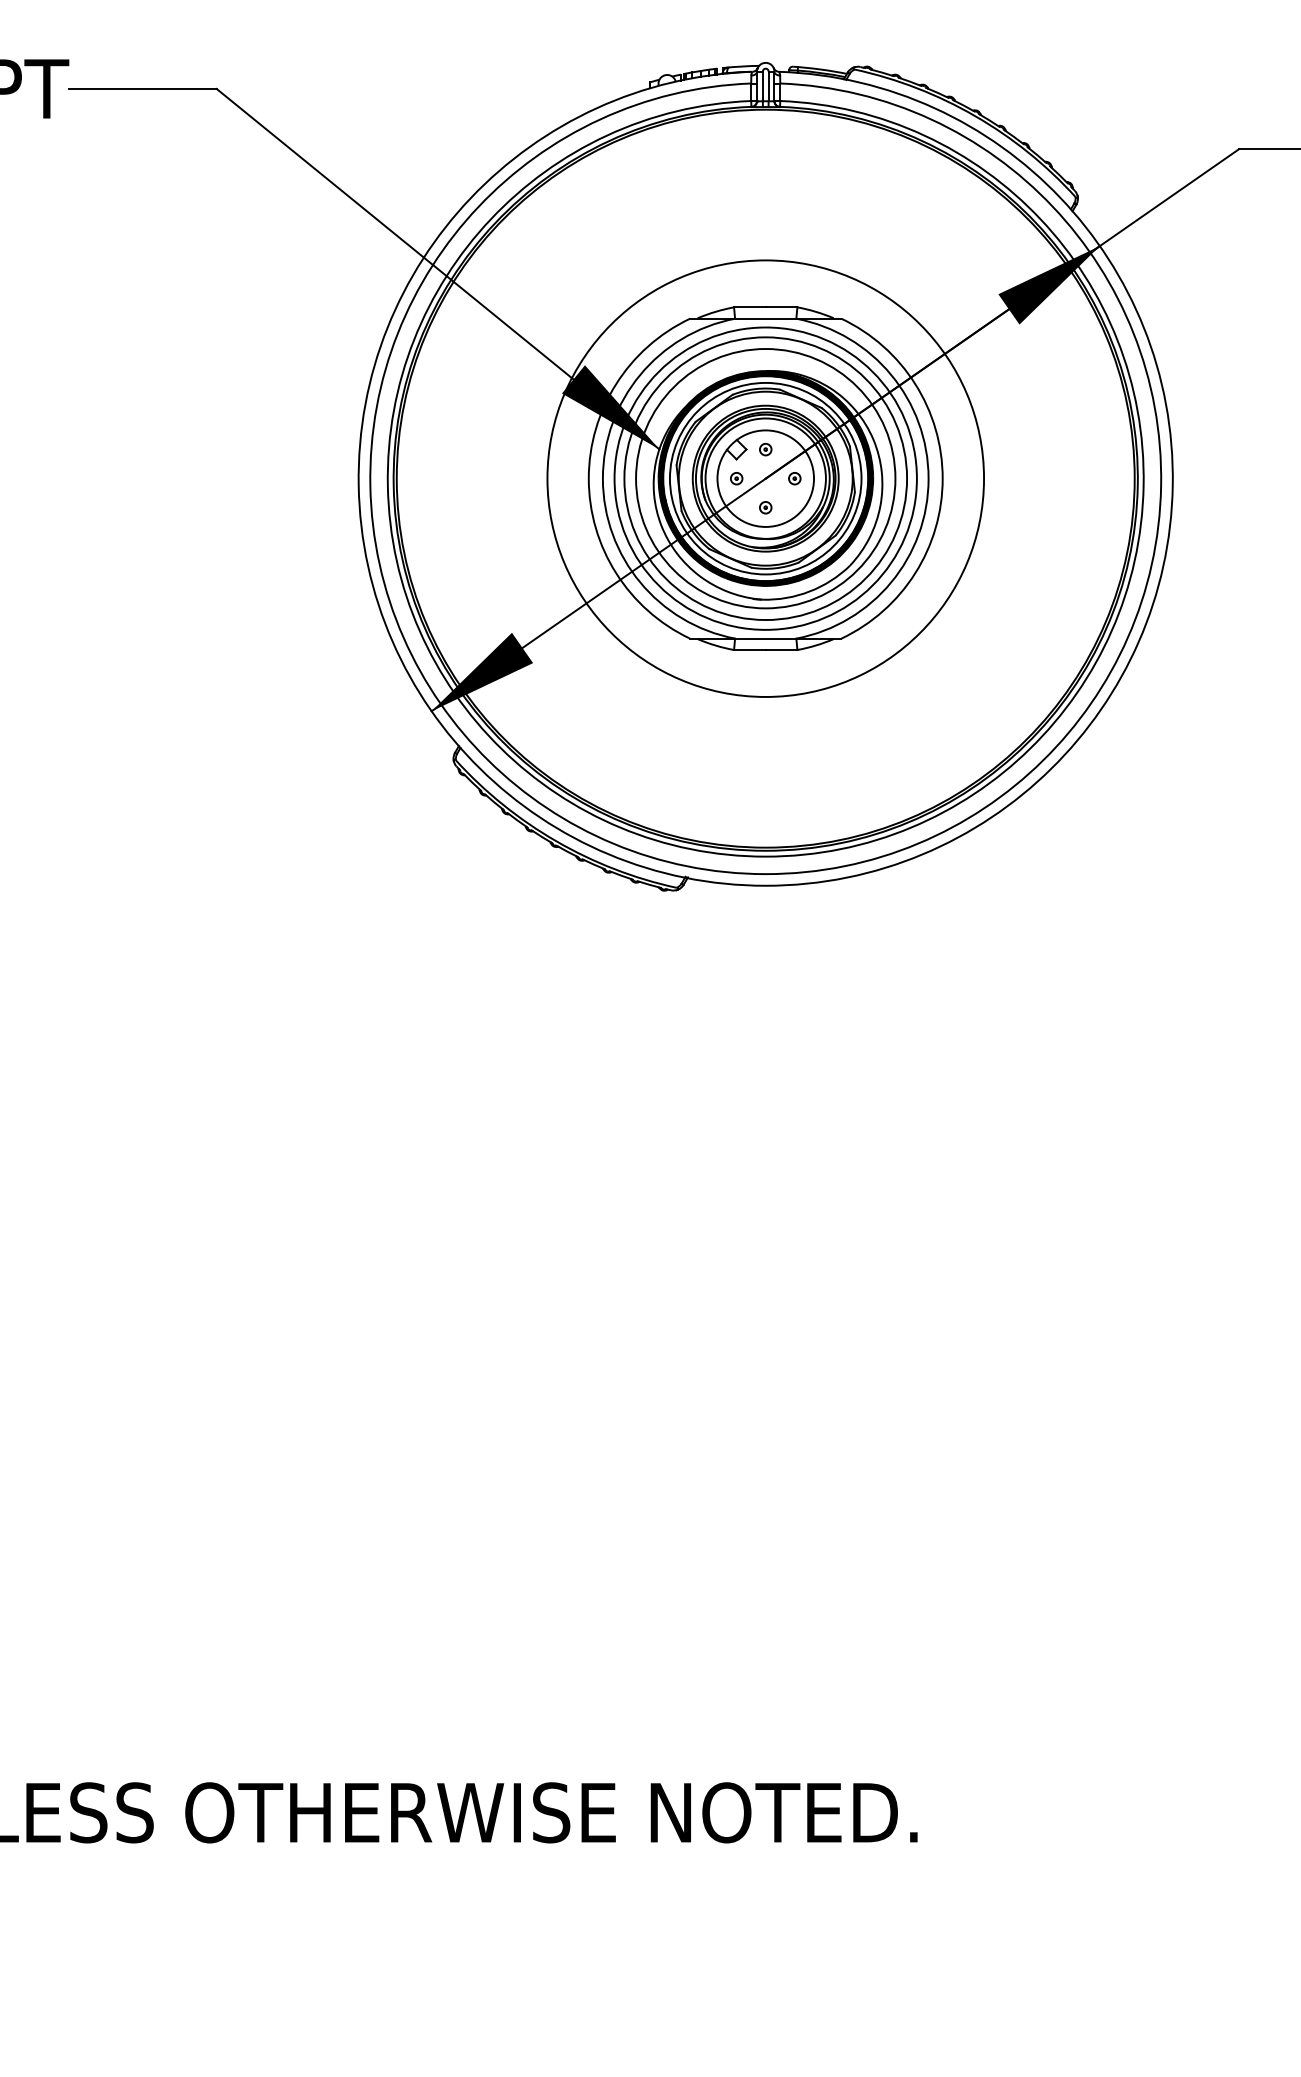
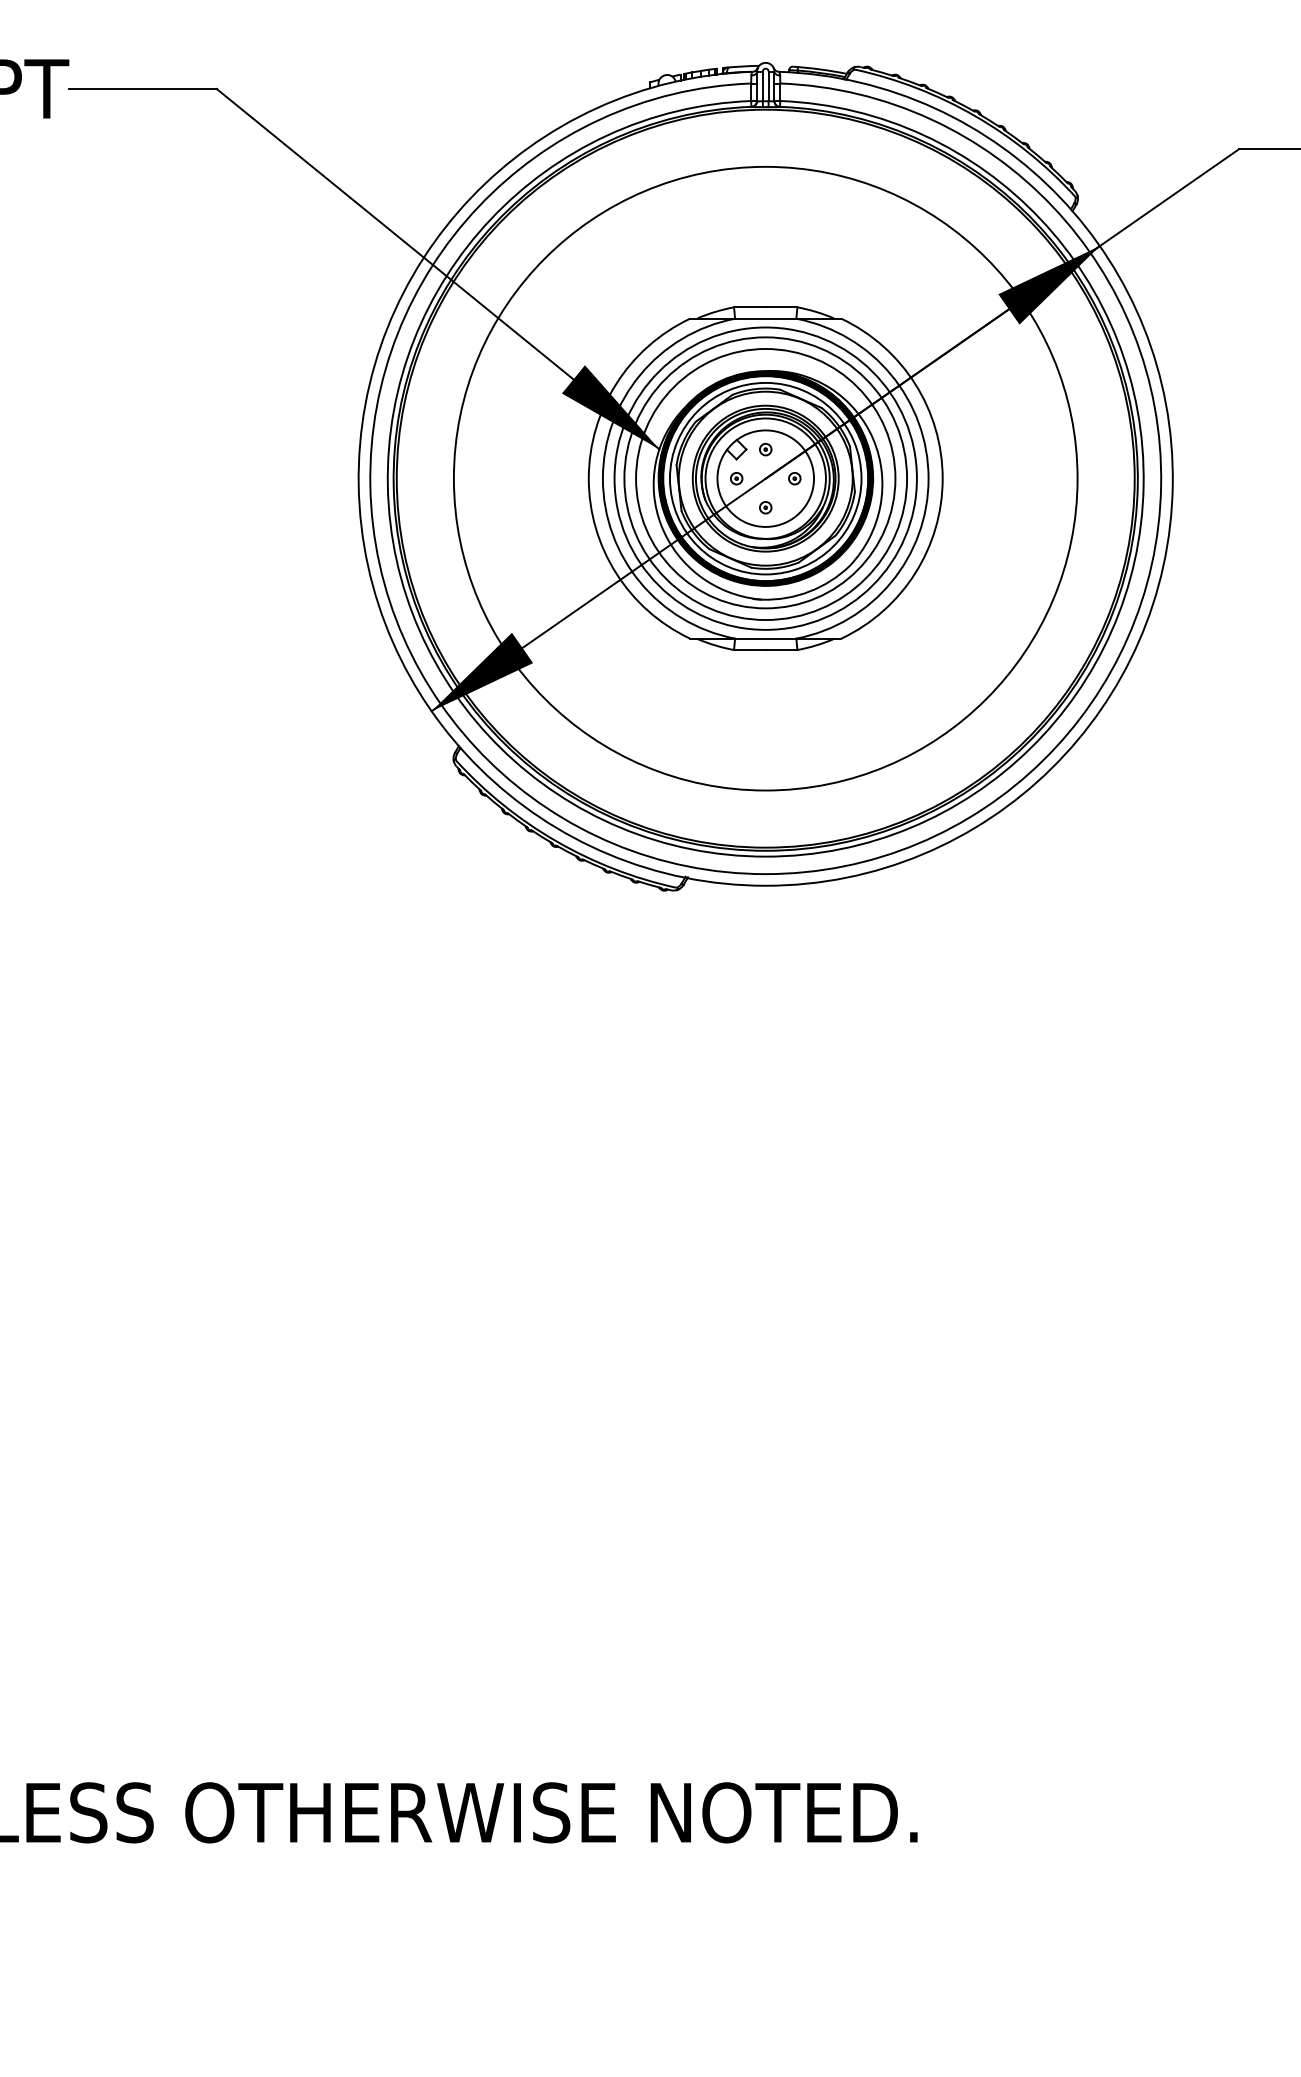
circle at (765, 478) diameter: 437 px -> 624 px
